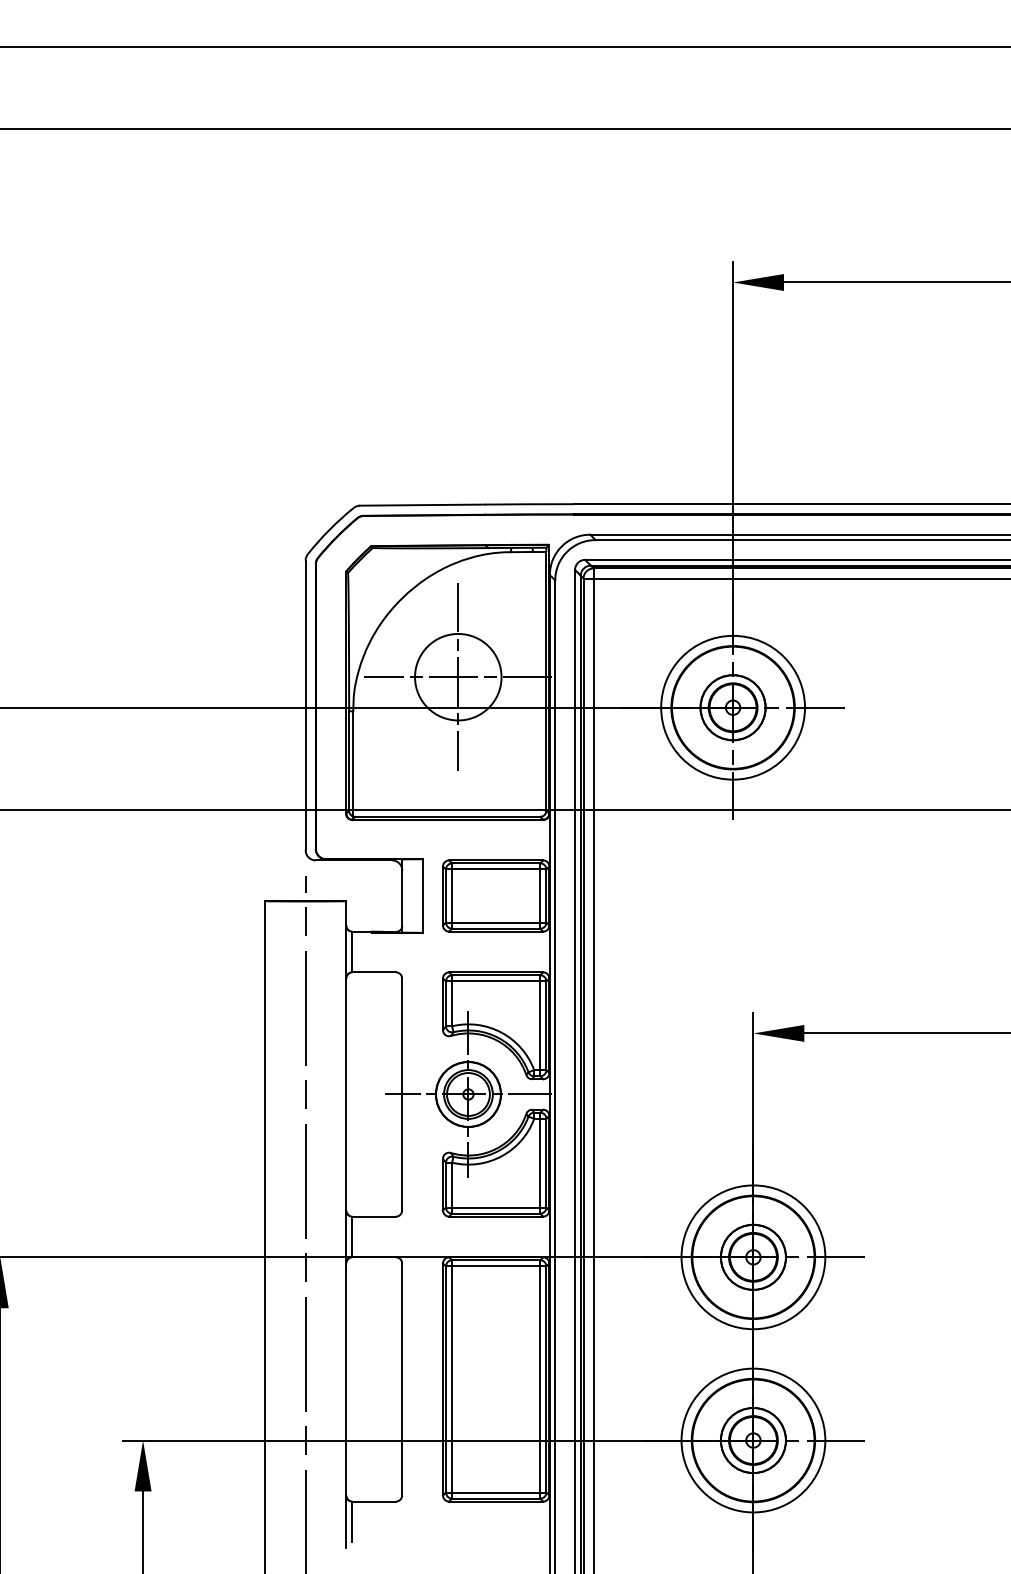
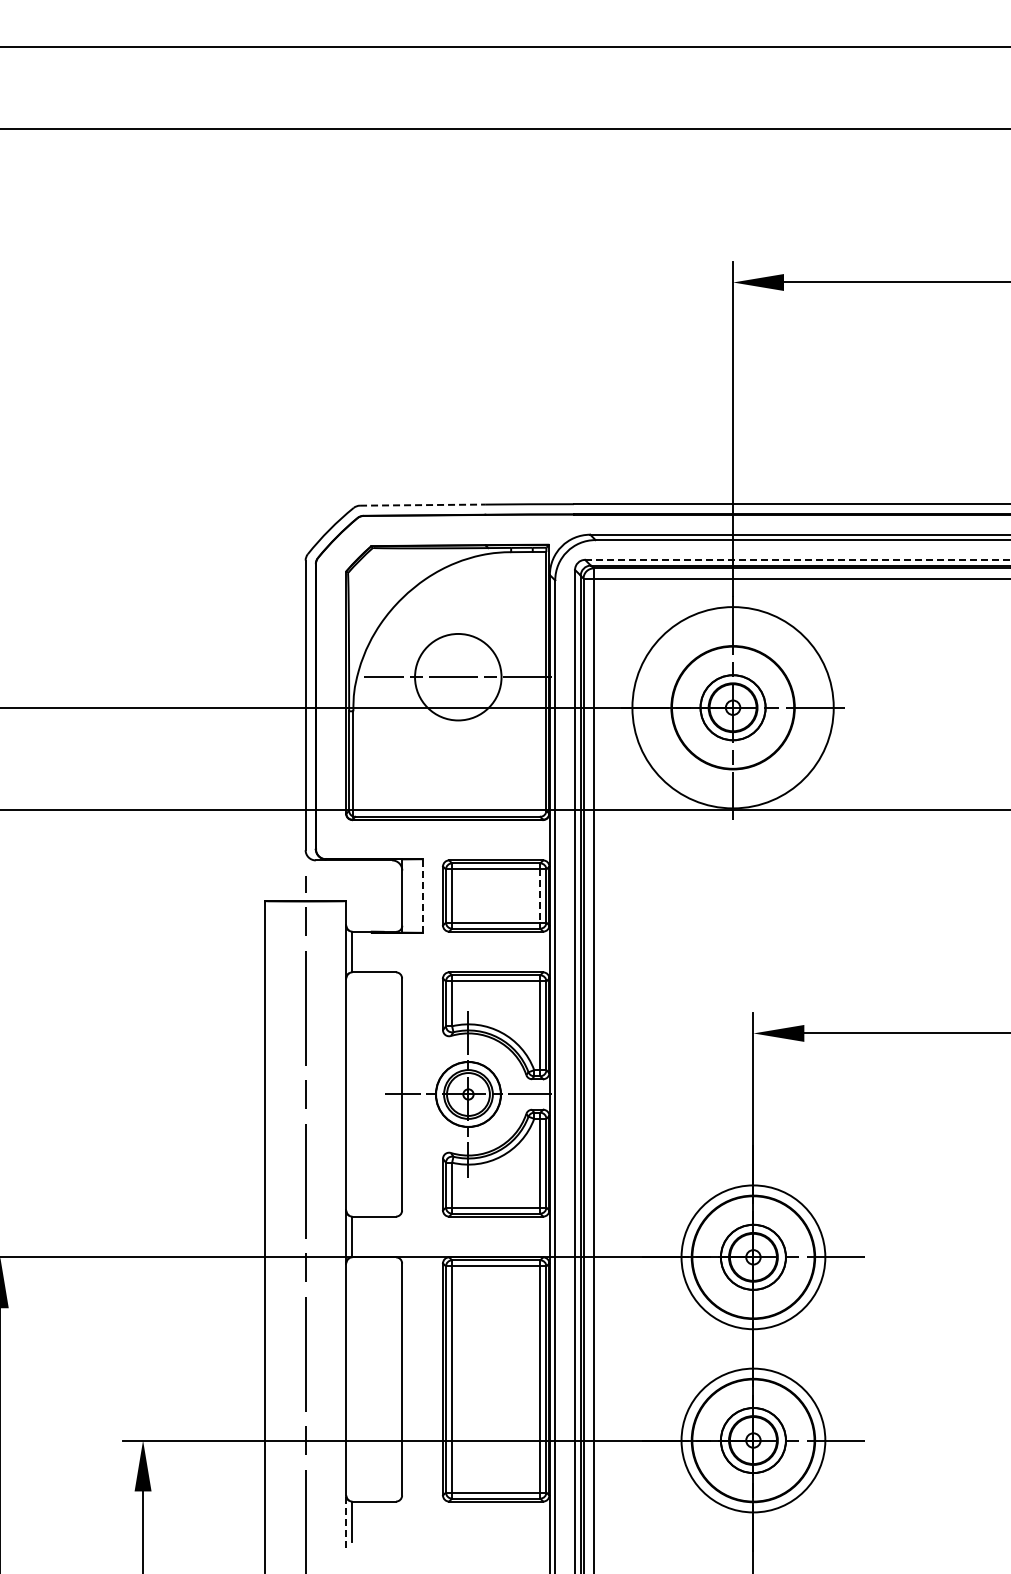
line at (422, 505): solid -> dashed
line at (798, 559): solid -> dashed
line at (458, 677): present -> none
circle at (732, 707) diameter: 144 px -> 201 px
line at (422, 896): solid -> dashed
line at (540, 896): solid -> dashed
line at (345, 1521): solid -> dashed
